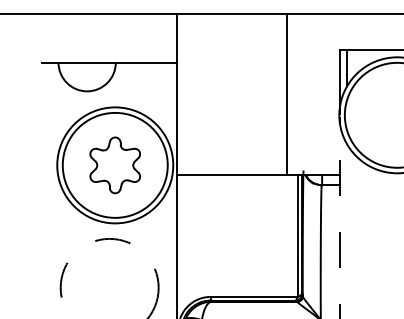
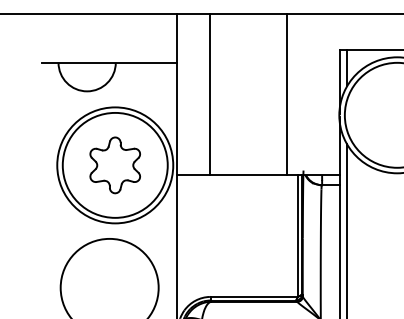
line at (209, 94): none -> present
line at (339, 217): dashed -> solid
line at (347, 229): none -> present
circle at (109, 278): dashed -> solid
